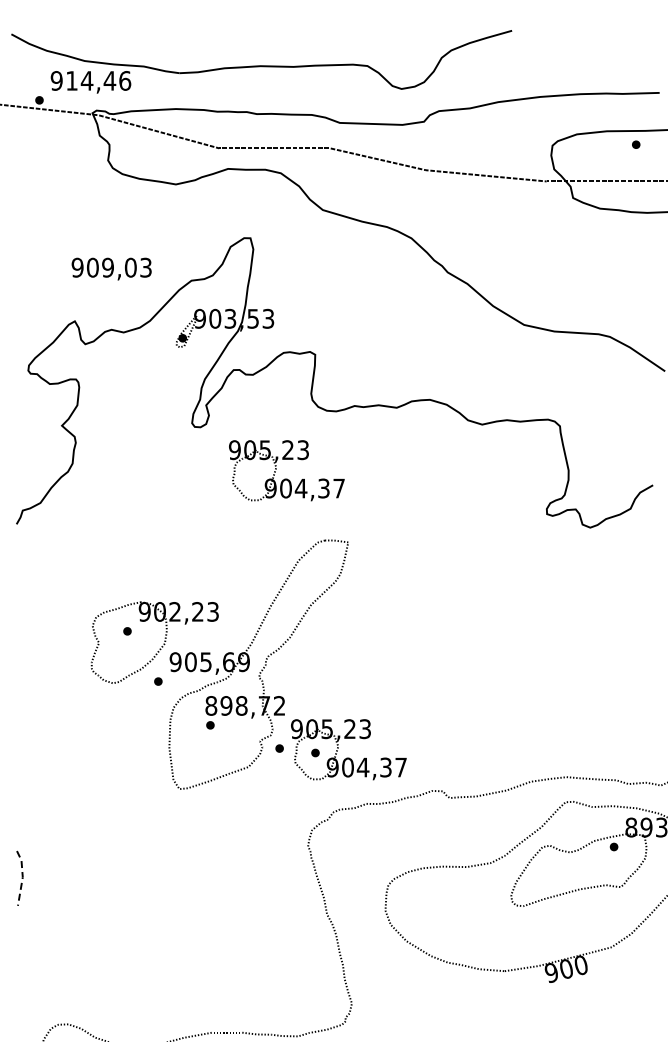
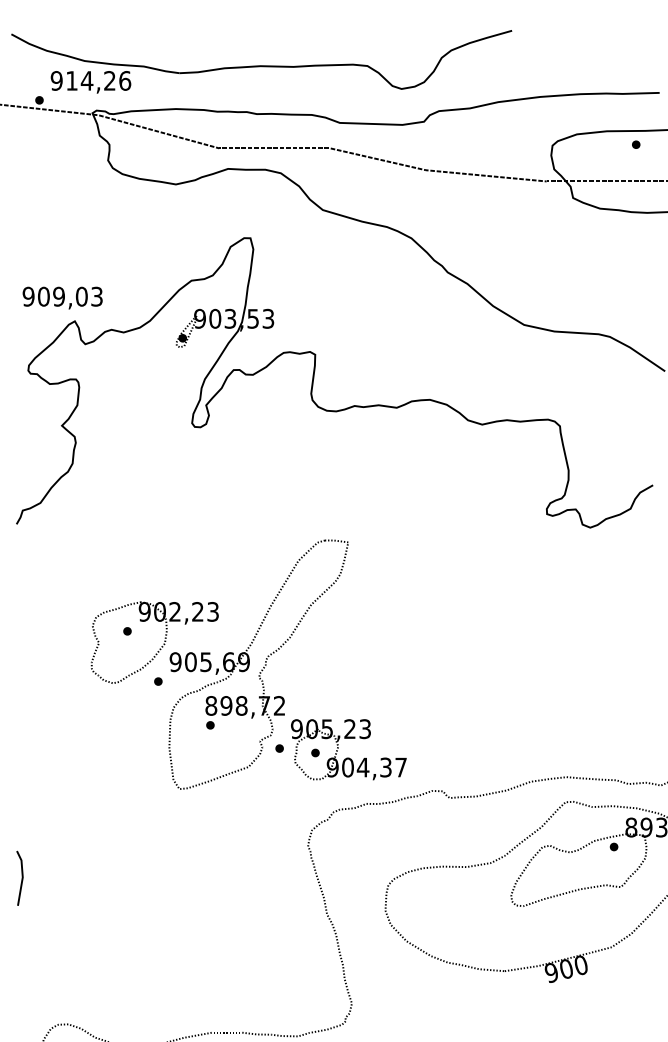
text at (109, 80): 914,46 -> 914,26
text at (111, 268) position: (111, 268) -> (62, 297)
part at (286, 478): present -> none
line at (22, 877): dashed -> solid
